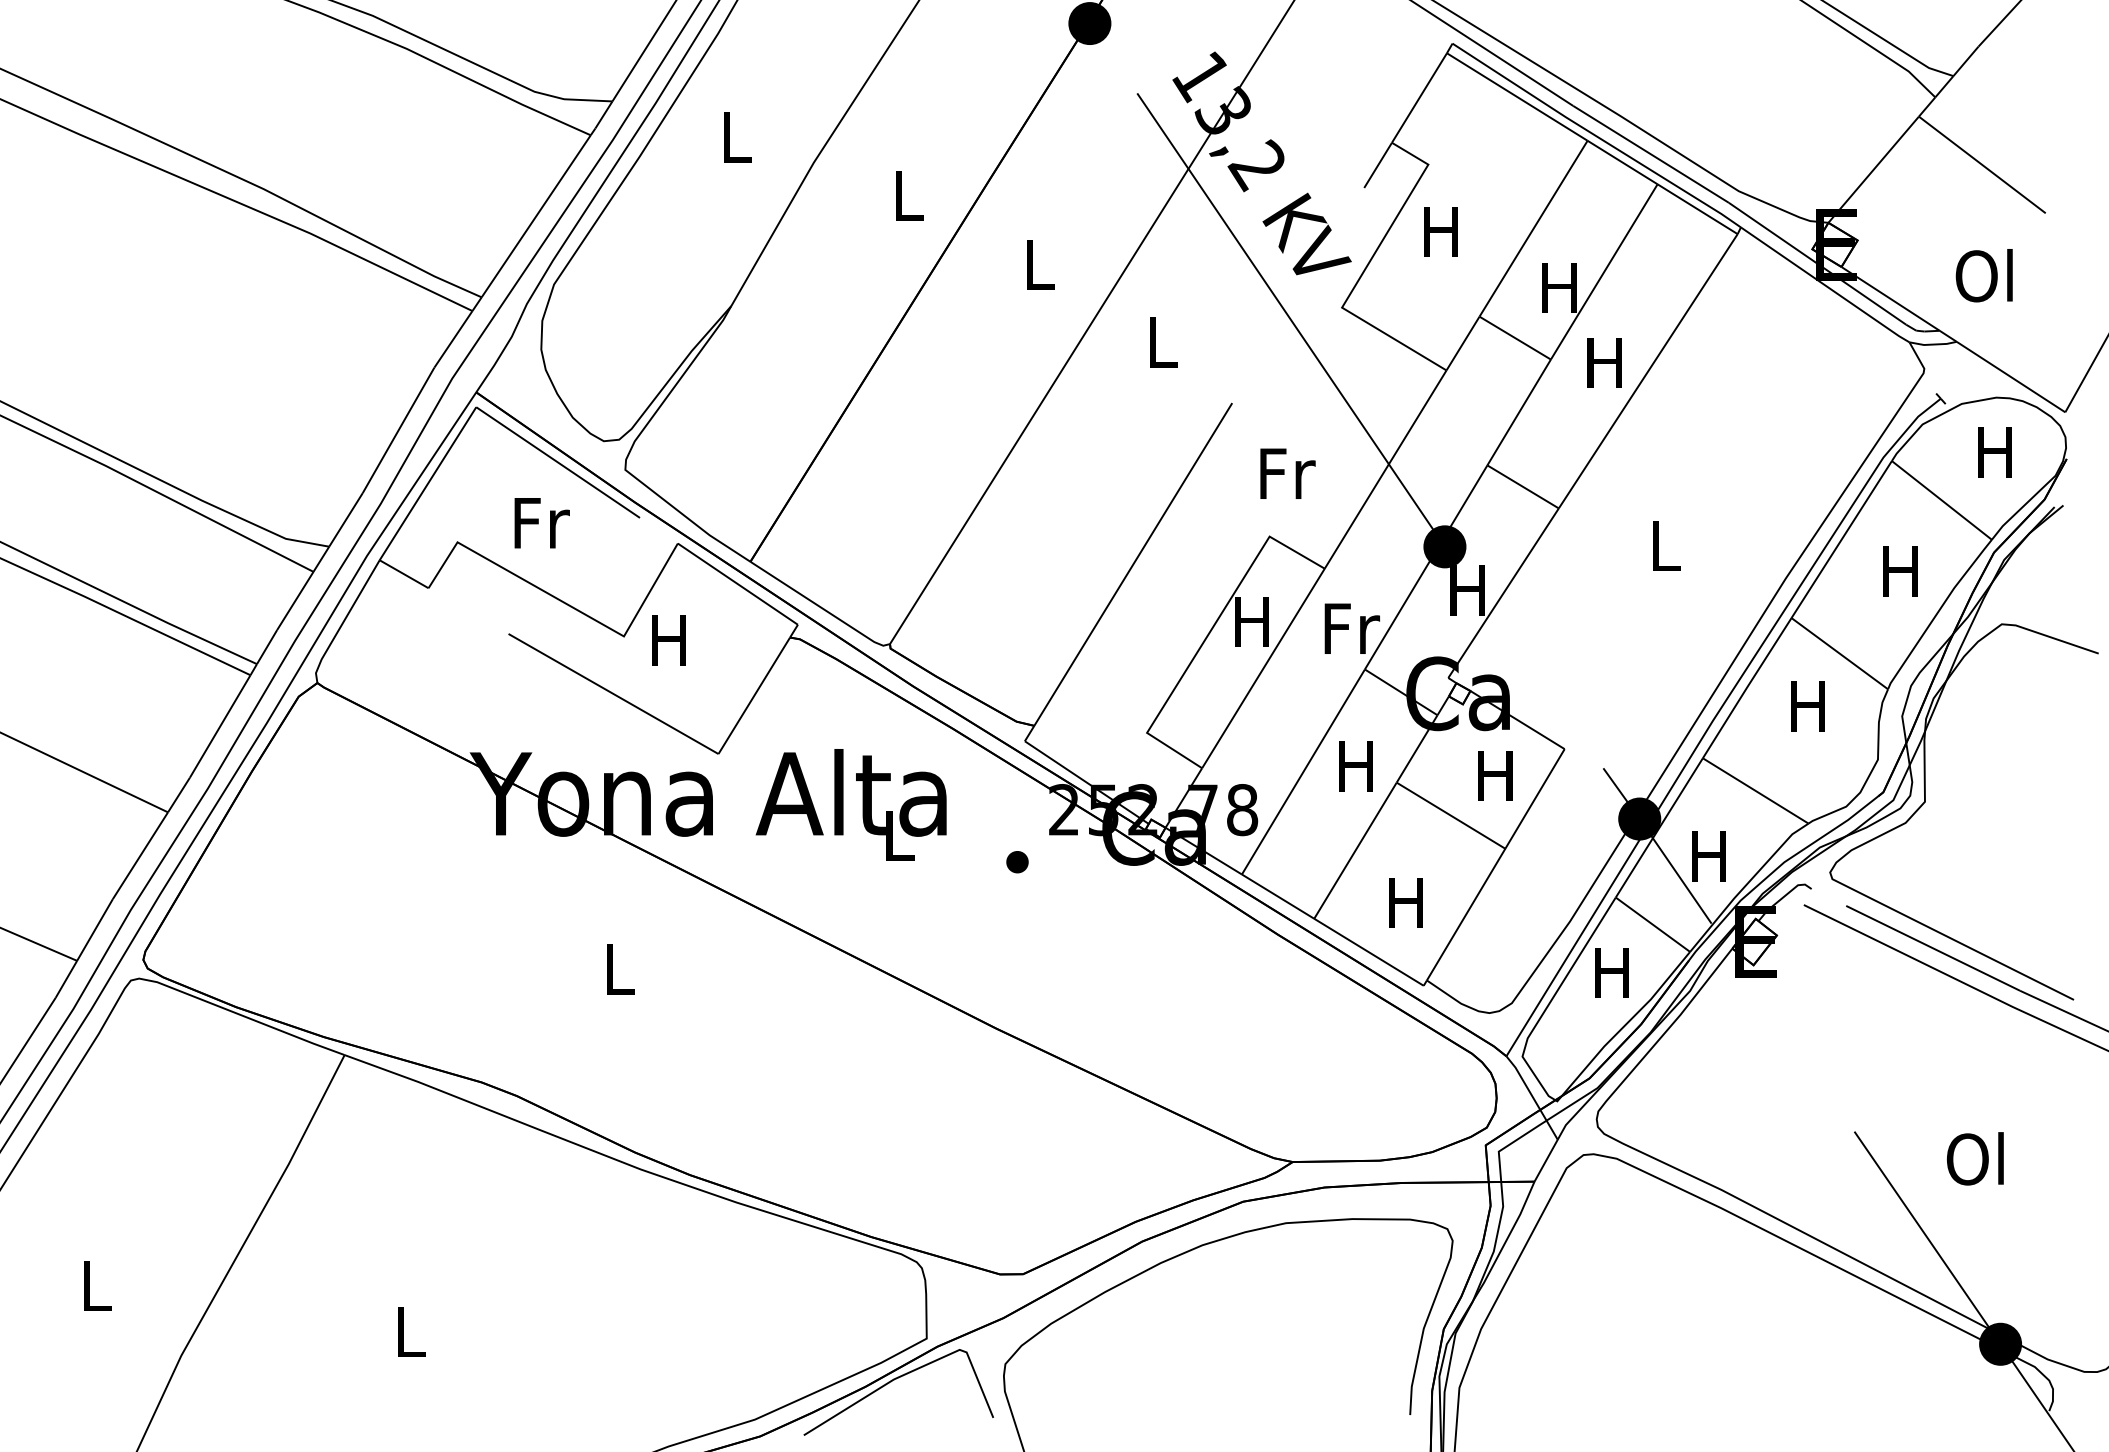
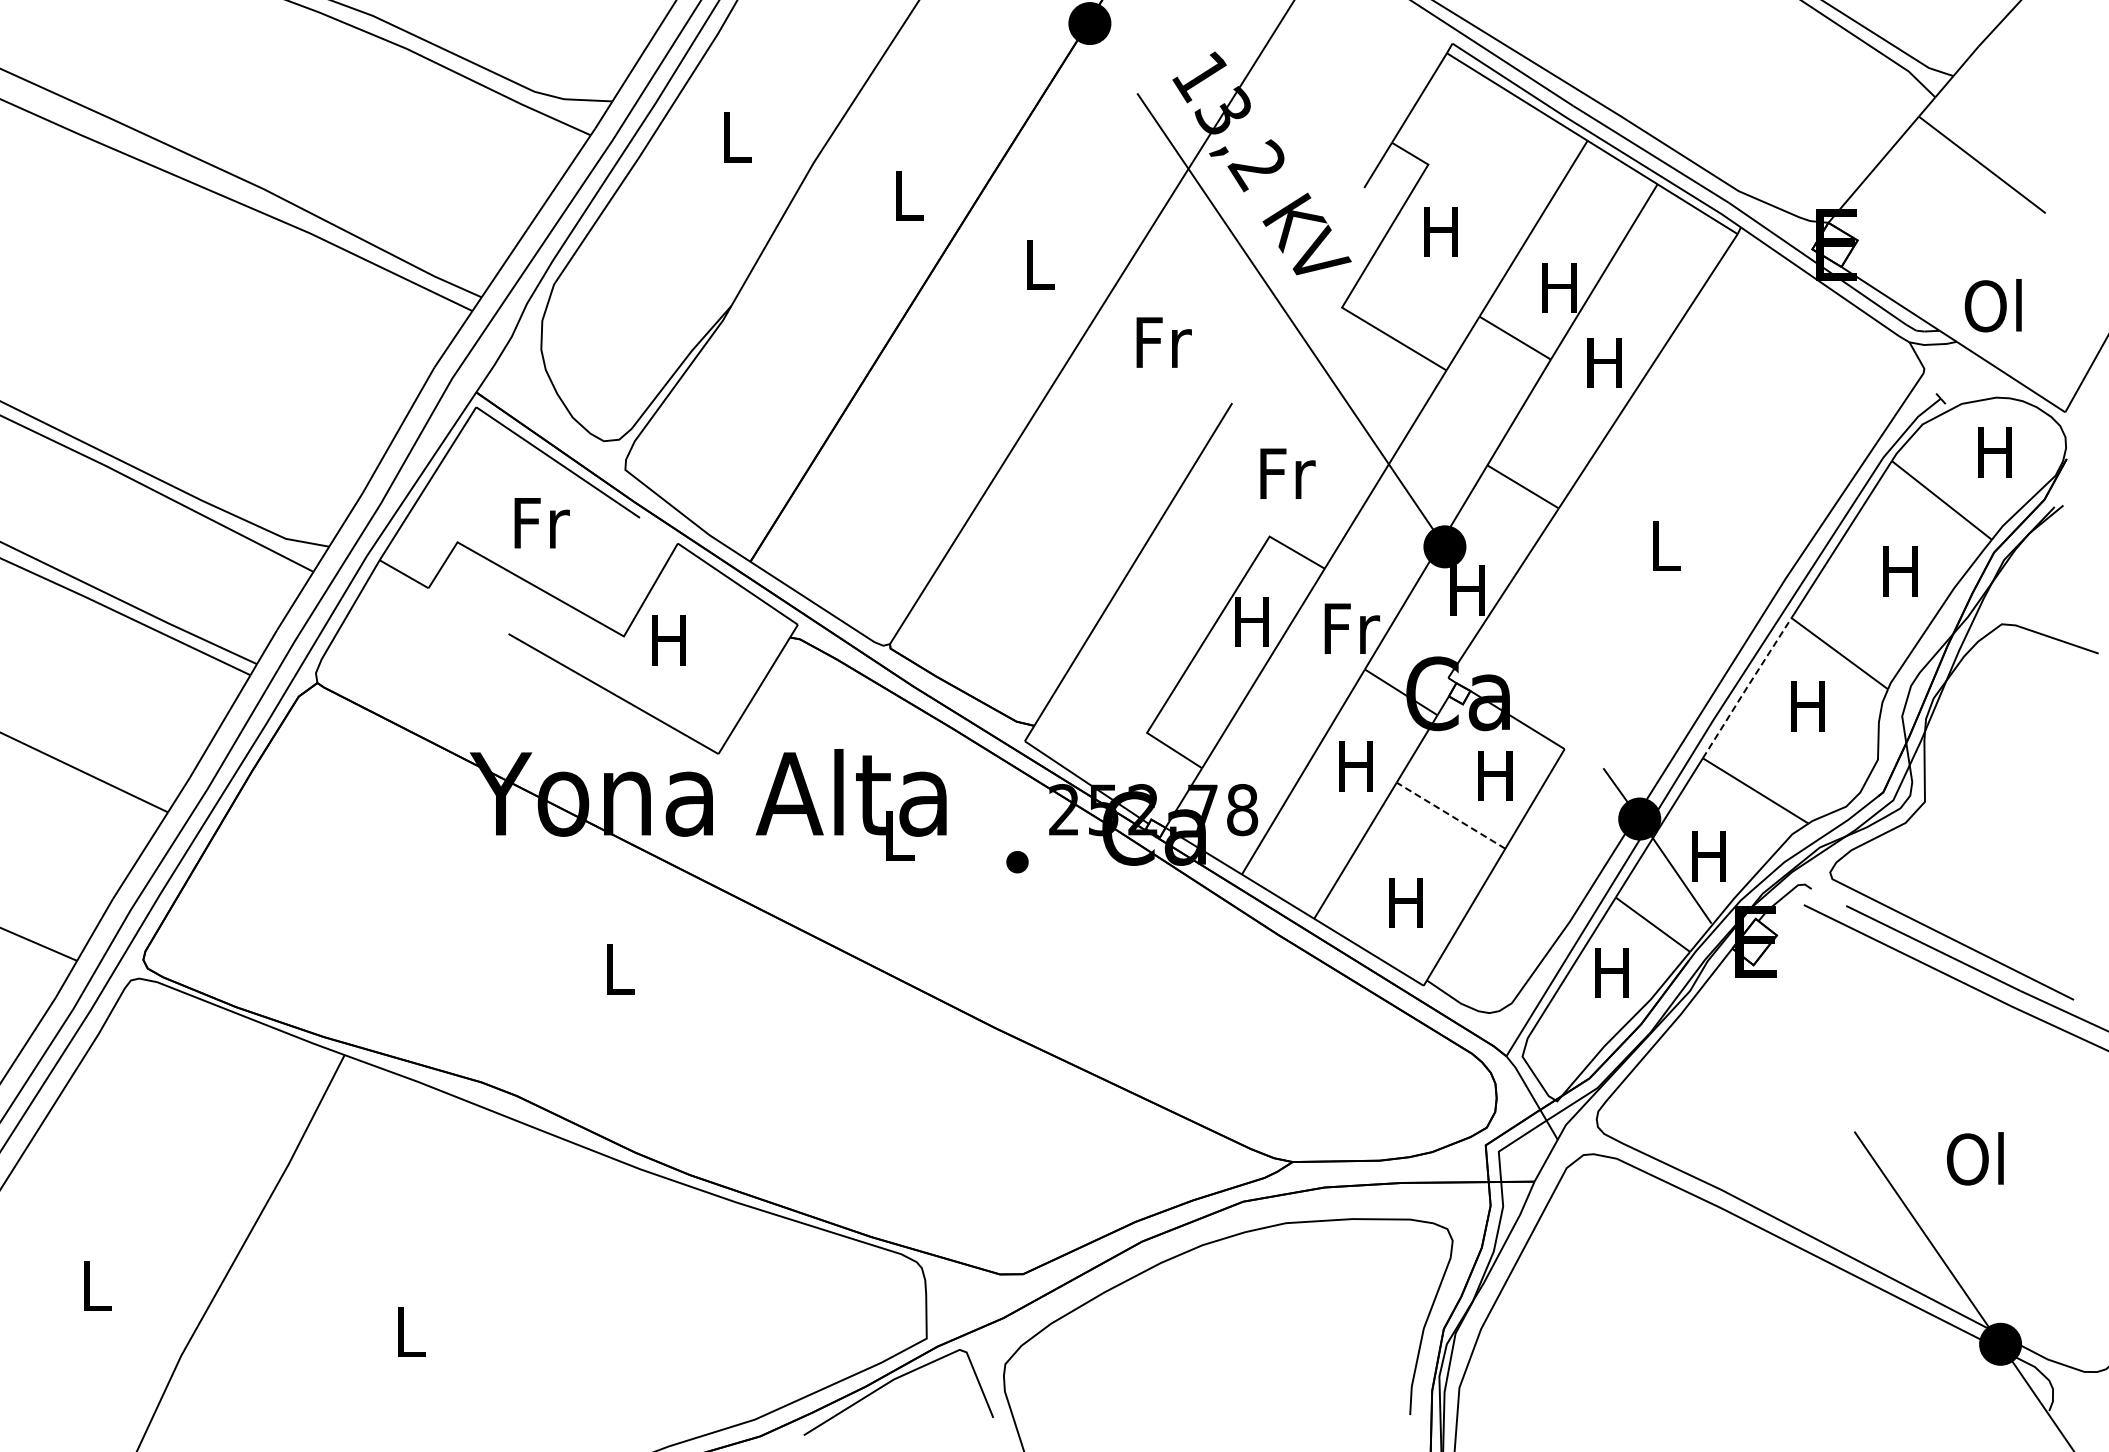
text at (1983, 275) position: (1983, 275) -> (1992, 305)
text at (1163, 342): L -> Fr
line at (1747, 687): solid -> dashed
line at (1451, 815): solid -> dashed
